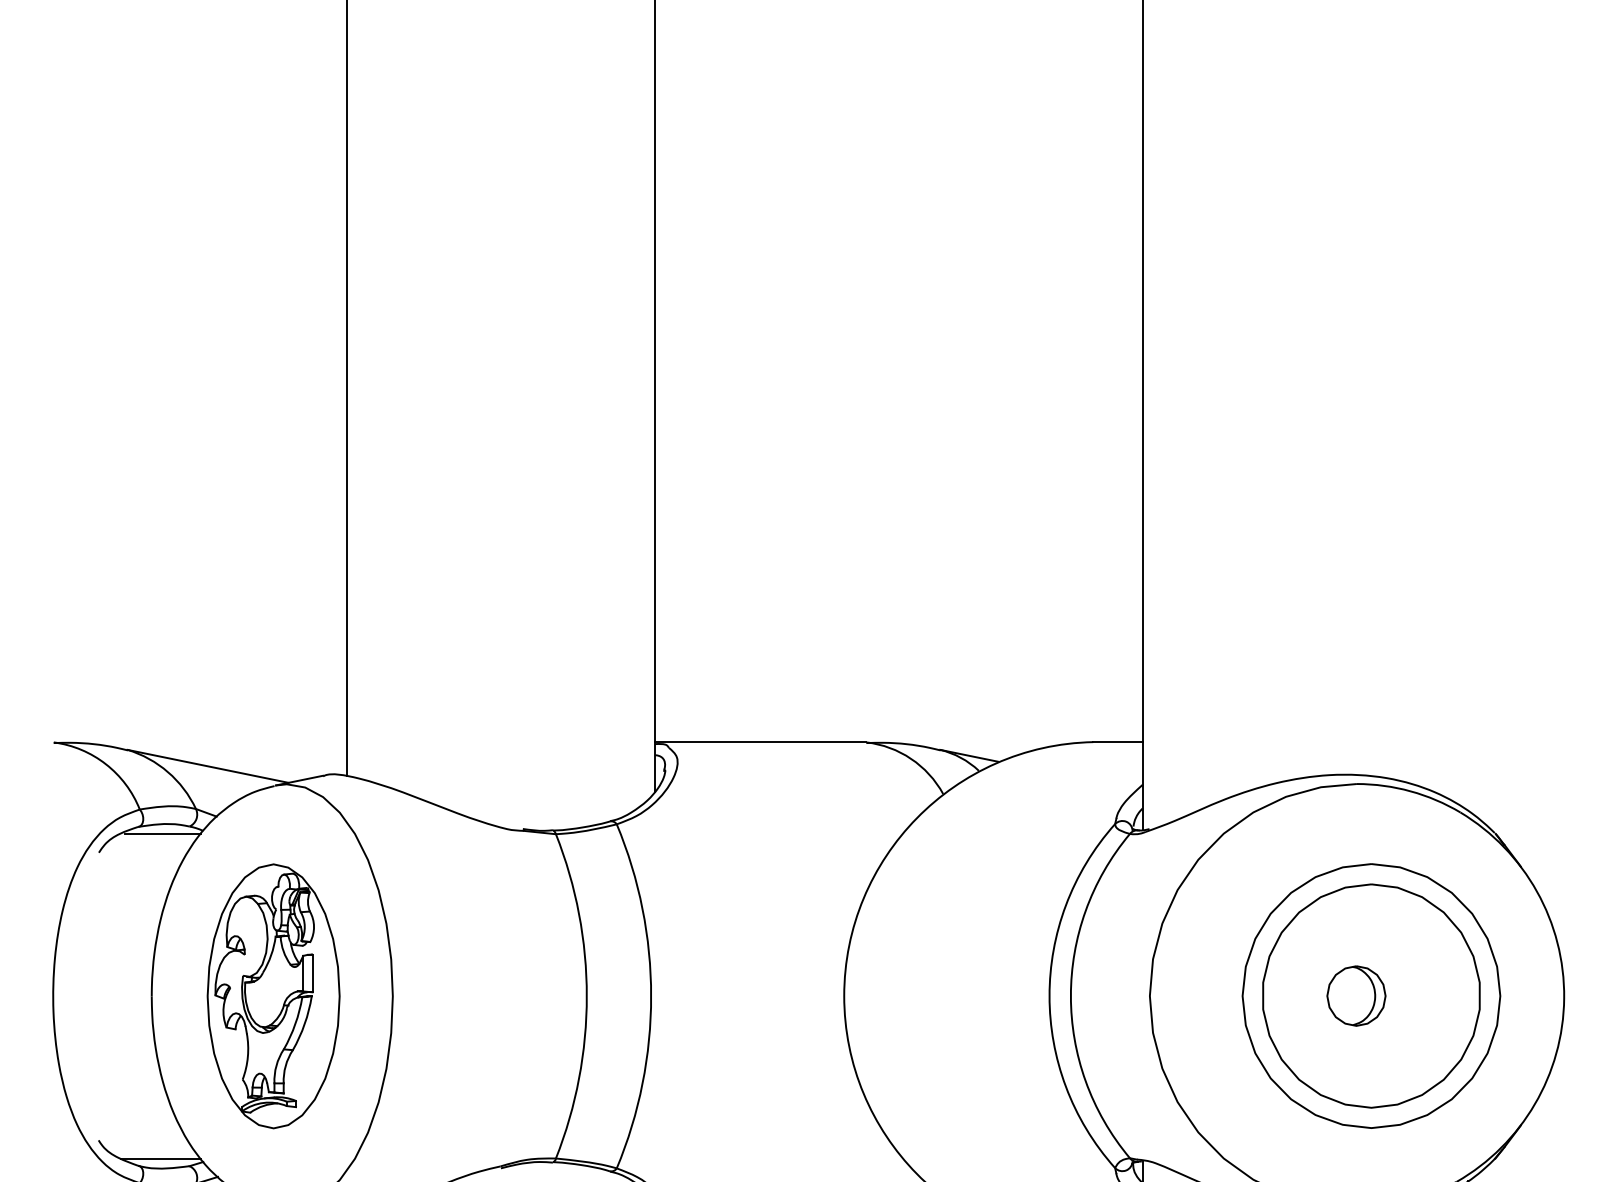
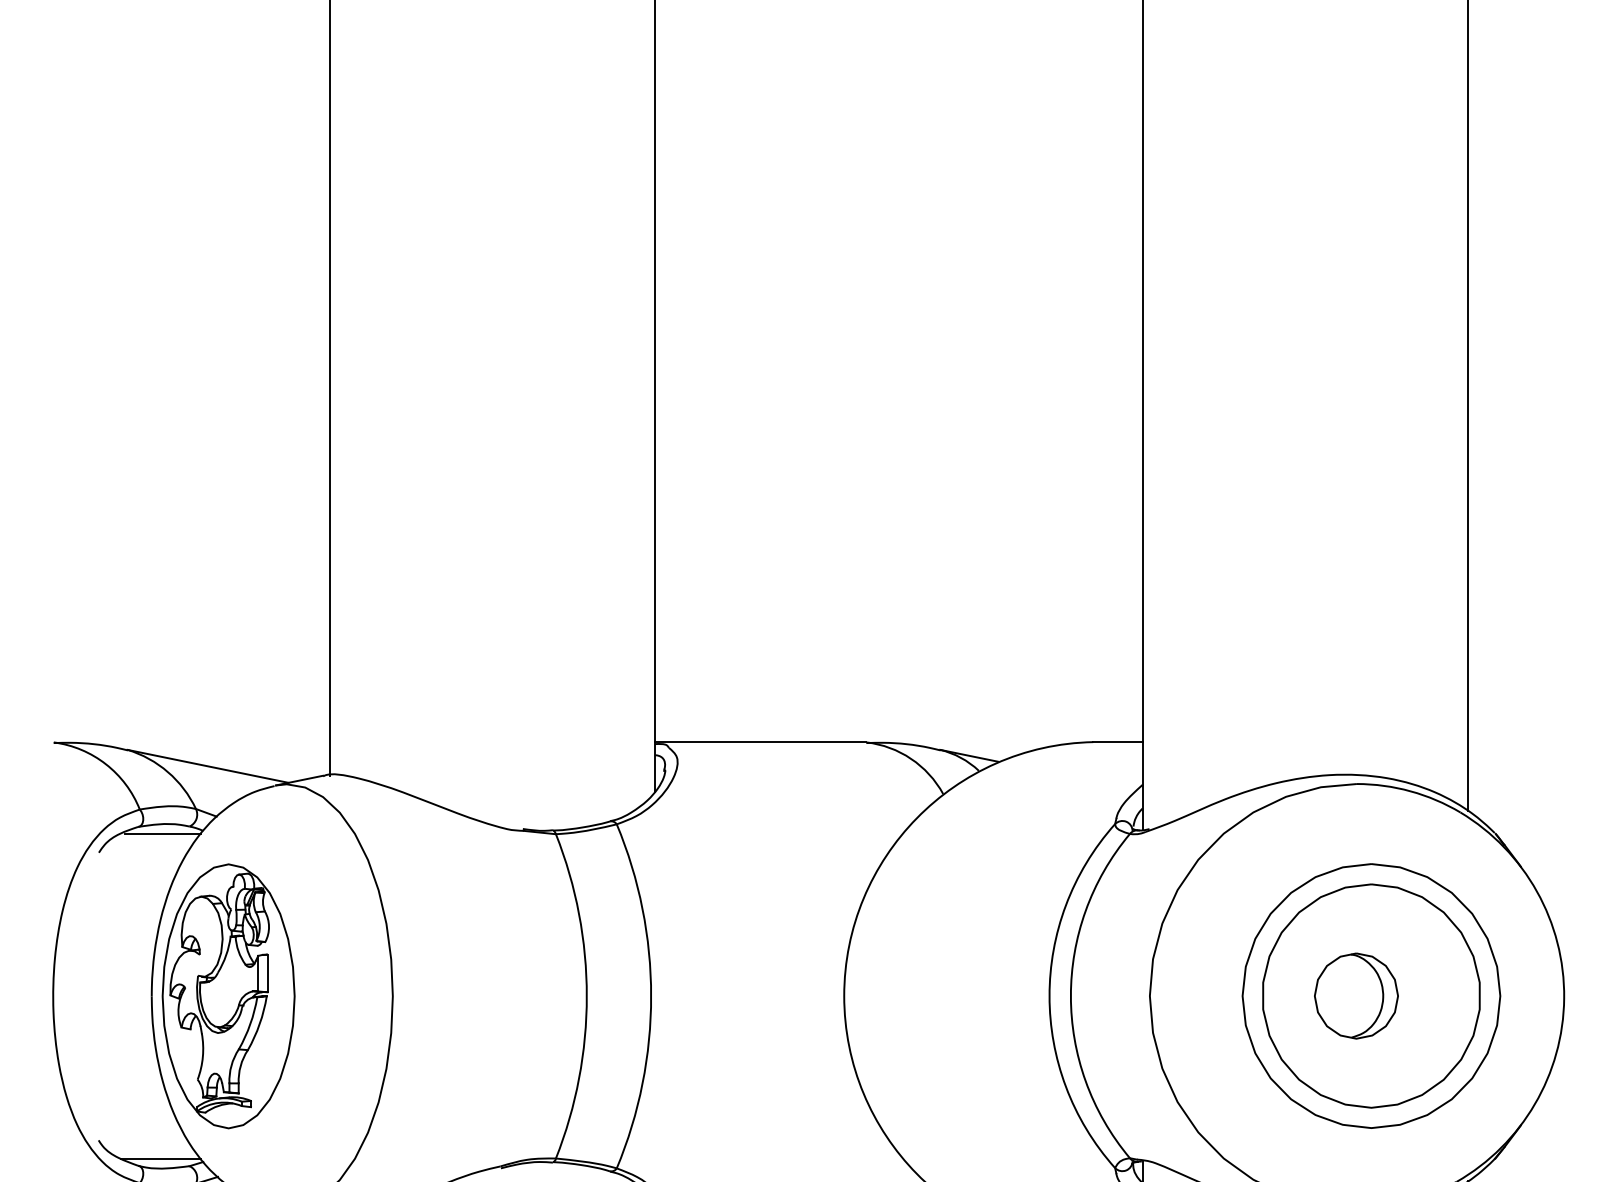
line at (347, 388) position: (347, 388) -> (330, 388)
line at (1467, 406): none -> present
part at (1356, 995) size: 61x62 px -> 85x88 px
part at (273, 996) position: (273, 996) -> (228, 996)
